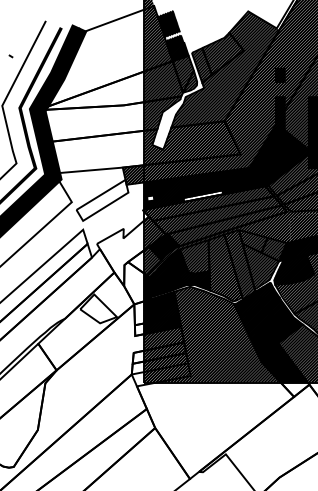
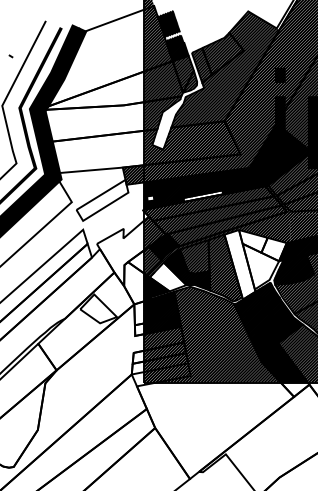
hatch at (255, 264): present -> none
hatch at (167, 276): present -> none
